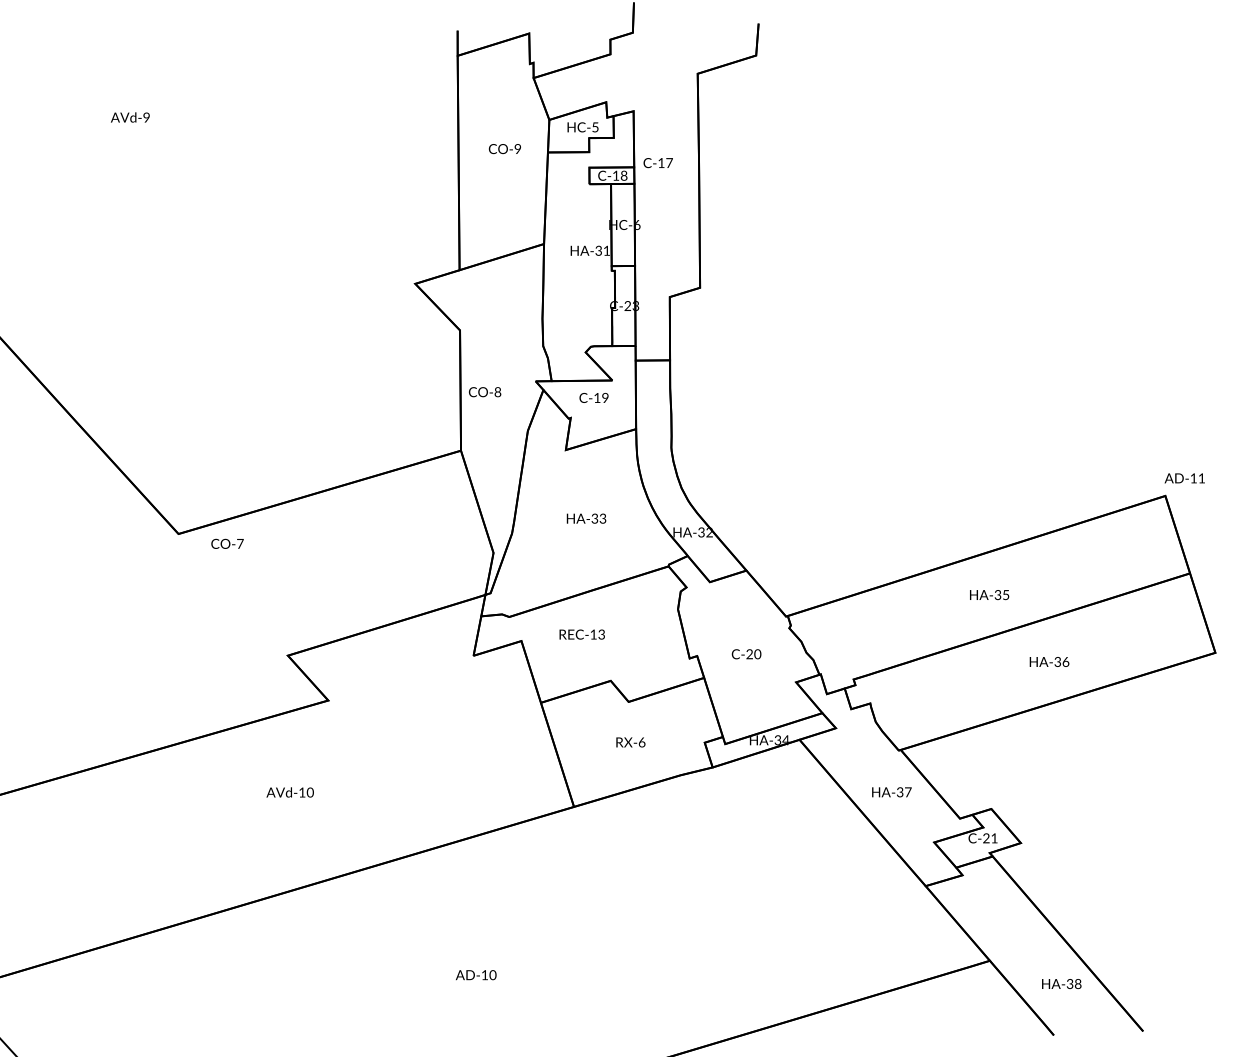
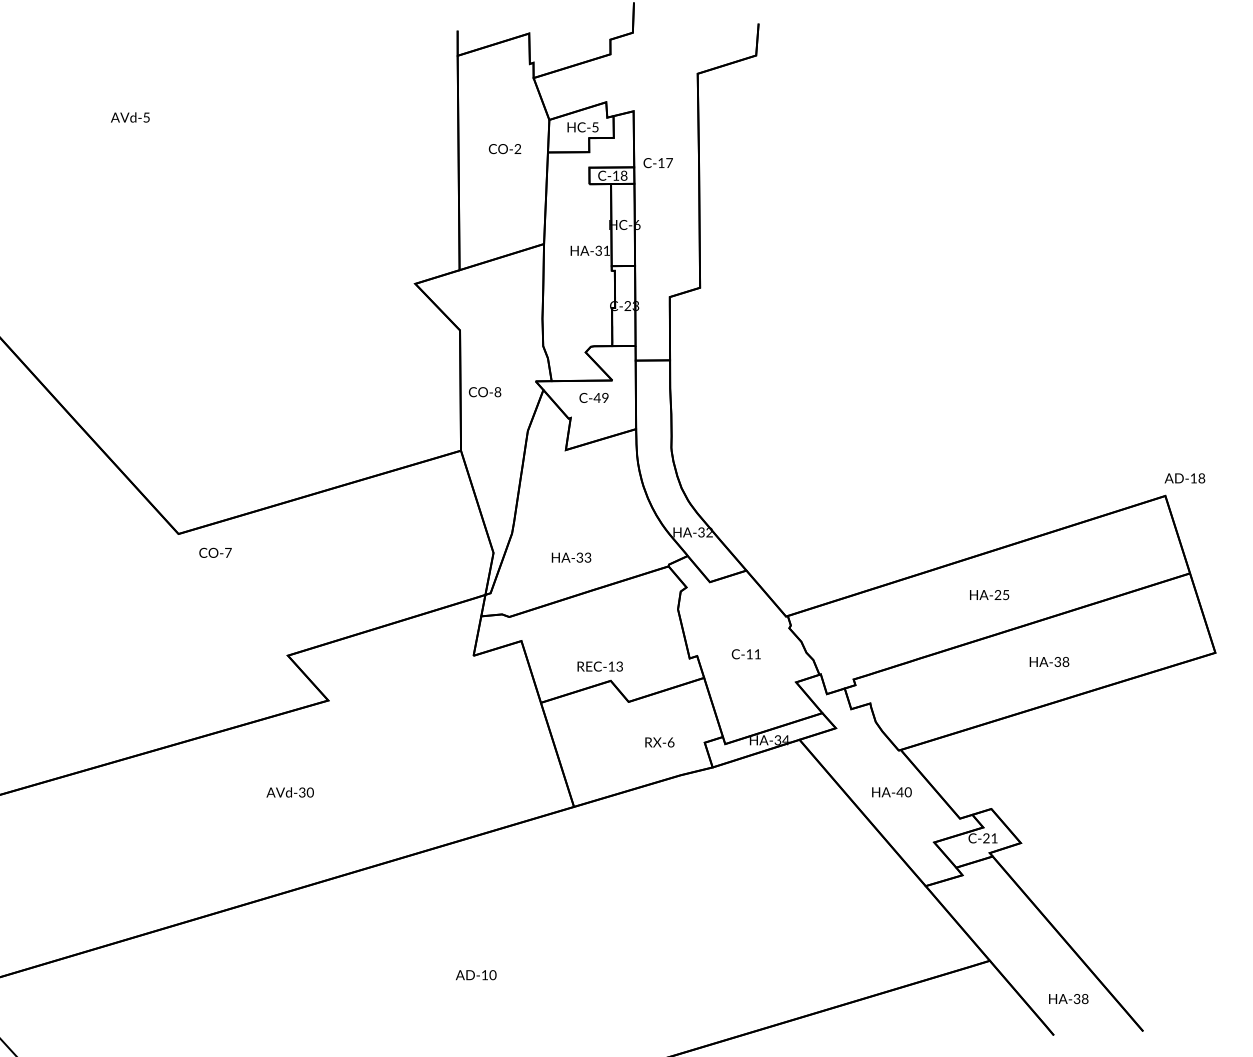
text at (146, 117): AVd-9 -> AVd-5
text at (517, 149): CO-9 -> CO-2
text at (596, 397): C-19 -> C-49
text at (1201, 478): AD-11 -> AD-18
text at (586, 518) position: (586, 518) -> (571, 557)
text at (227, 543) position: (227, 543) -> (215, 552)
text at (997, 596): HA-35 -> HA-25
text at (581, 634) position: (581, 634) -> (599, 666)
text at (753, 654): C-20 -> C-11
text at (1065, 661): HA-36 -> HA-38
text at (630, 742) position: (630, 742) -> (659, 742)
text at (302, 792): AVd-10 -> AVd-30
text at (903, 792): HA-37 -> HA-40
text at (1061, 984) position: (1061, 984) -> (1068, 999)
